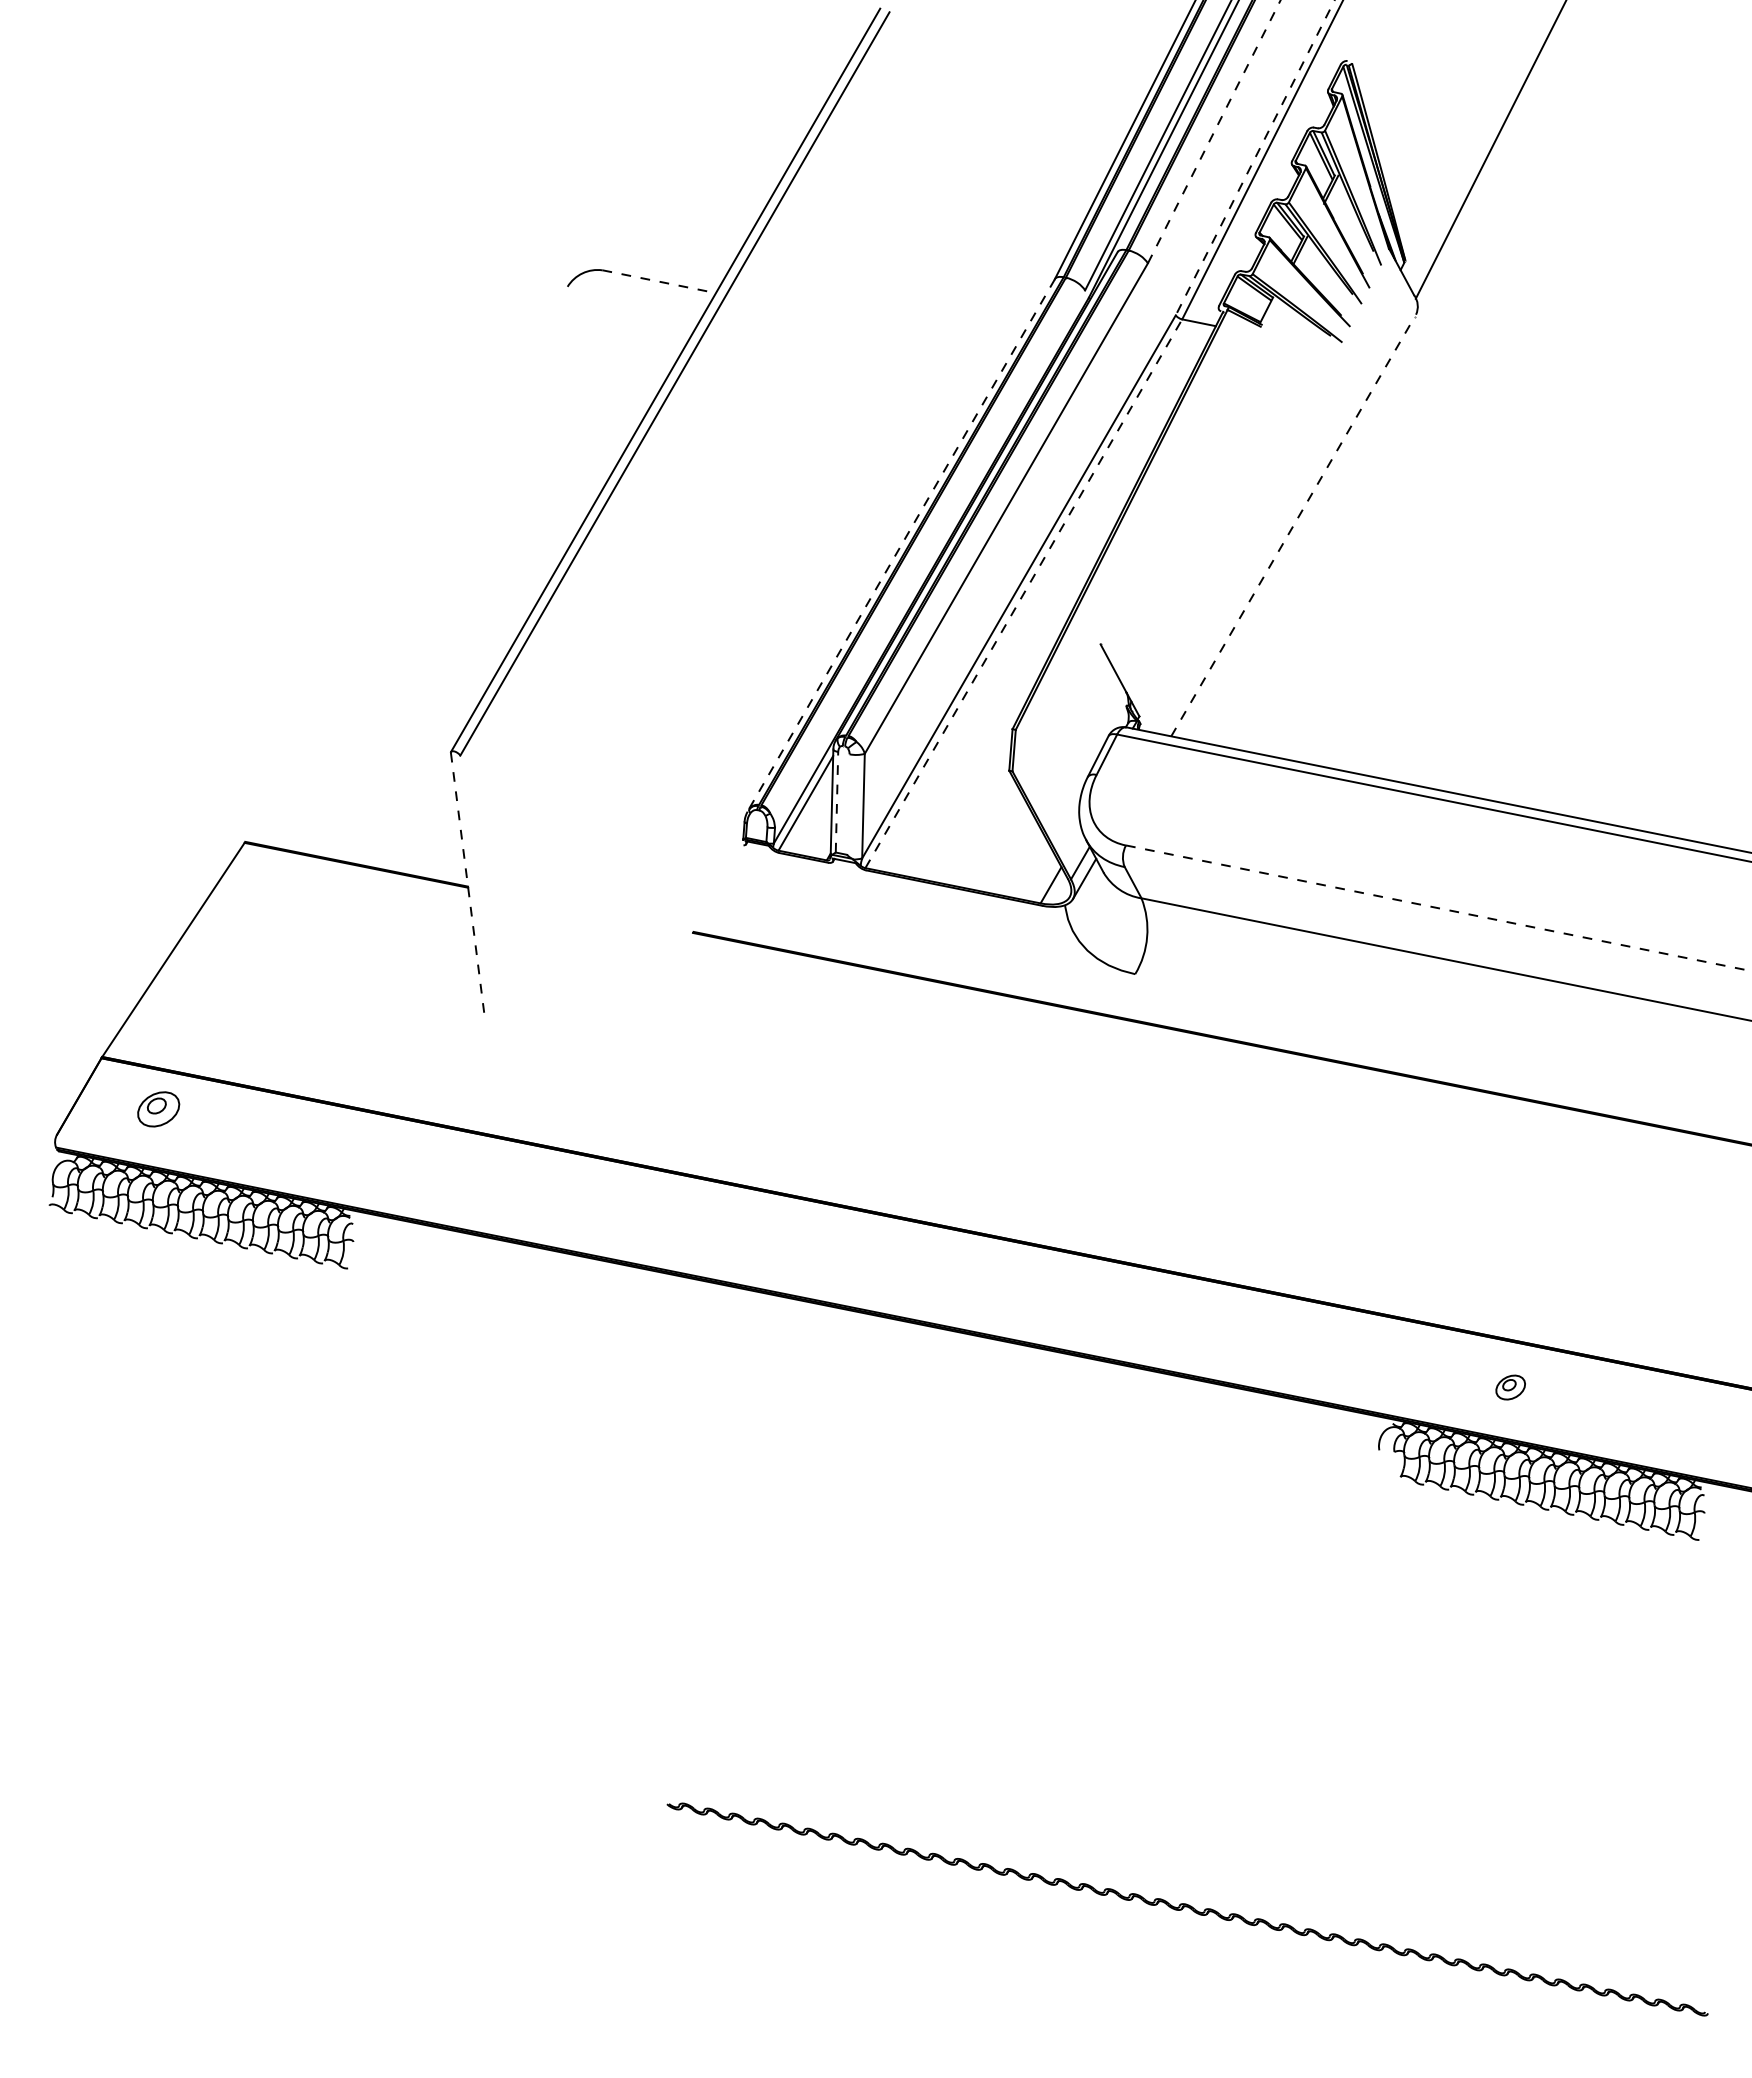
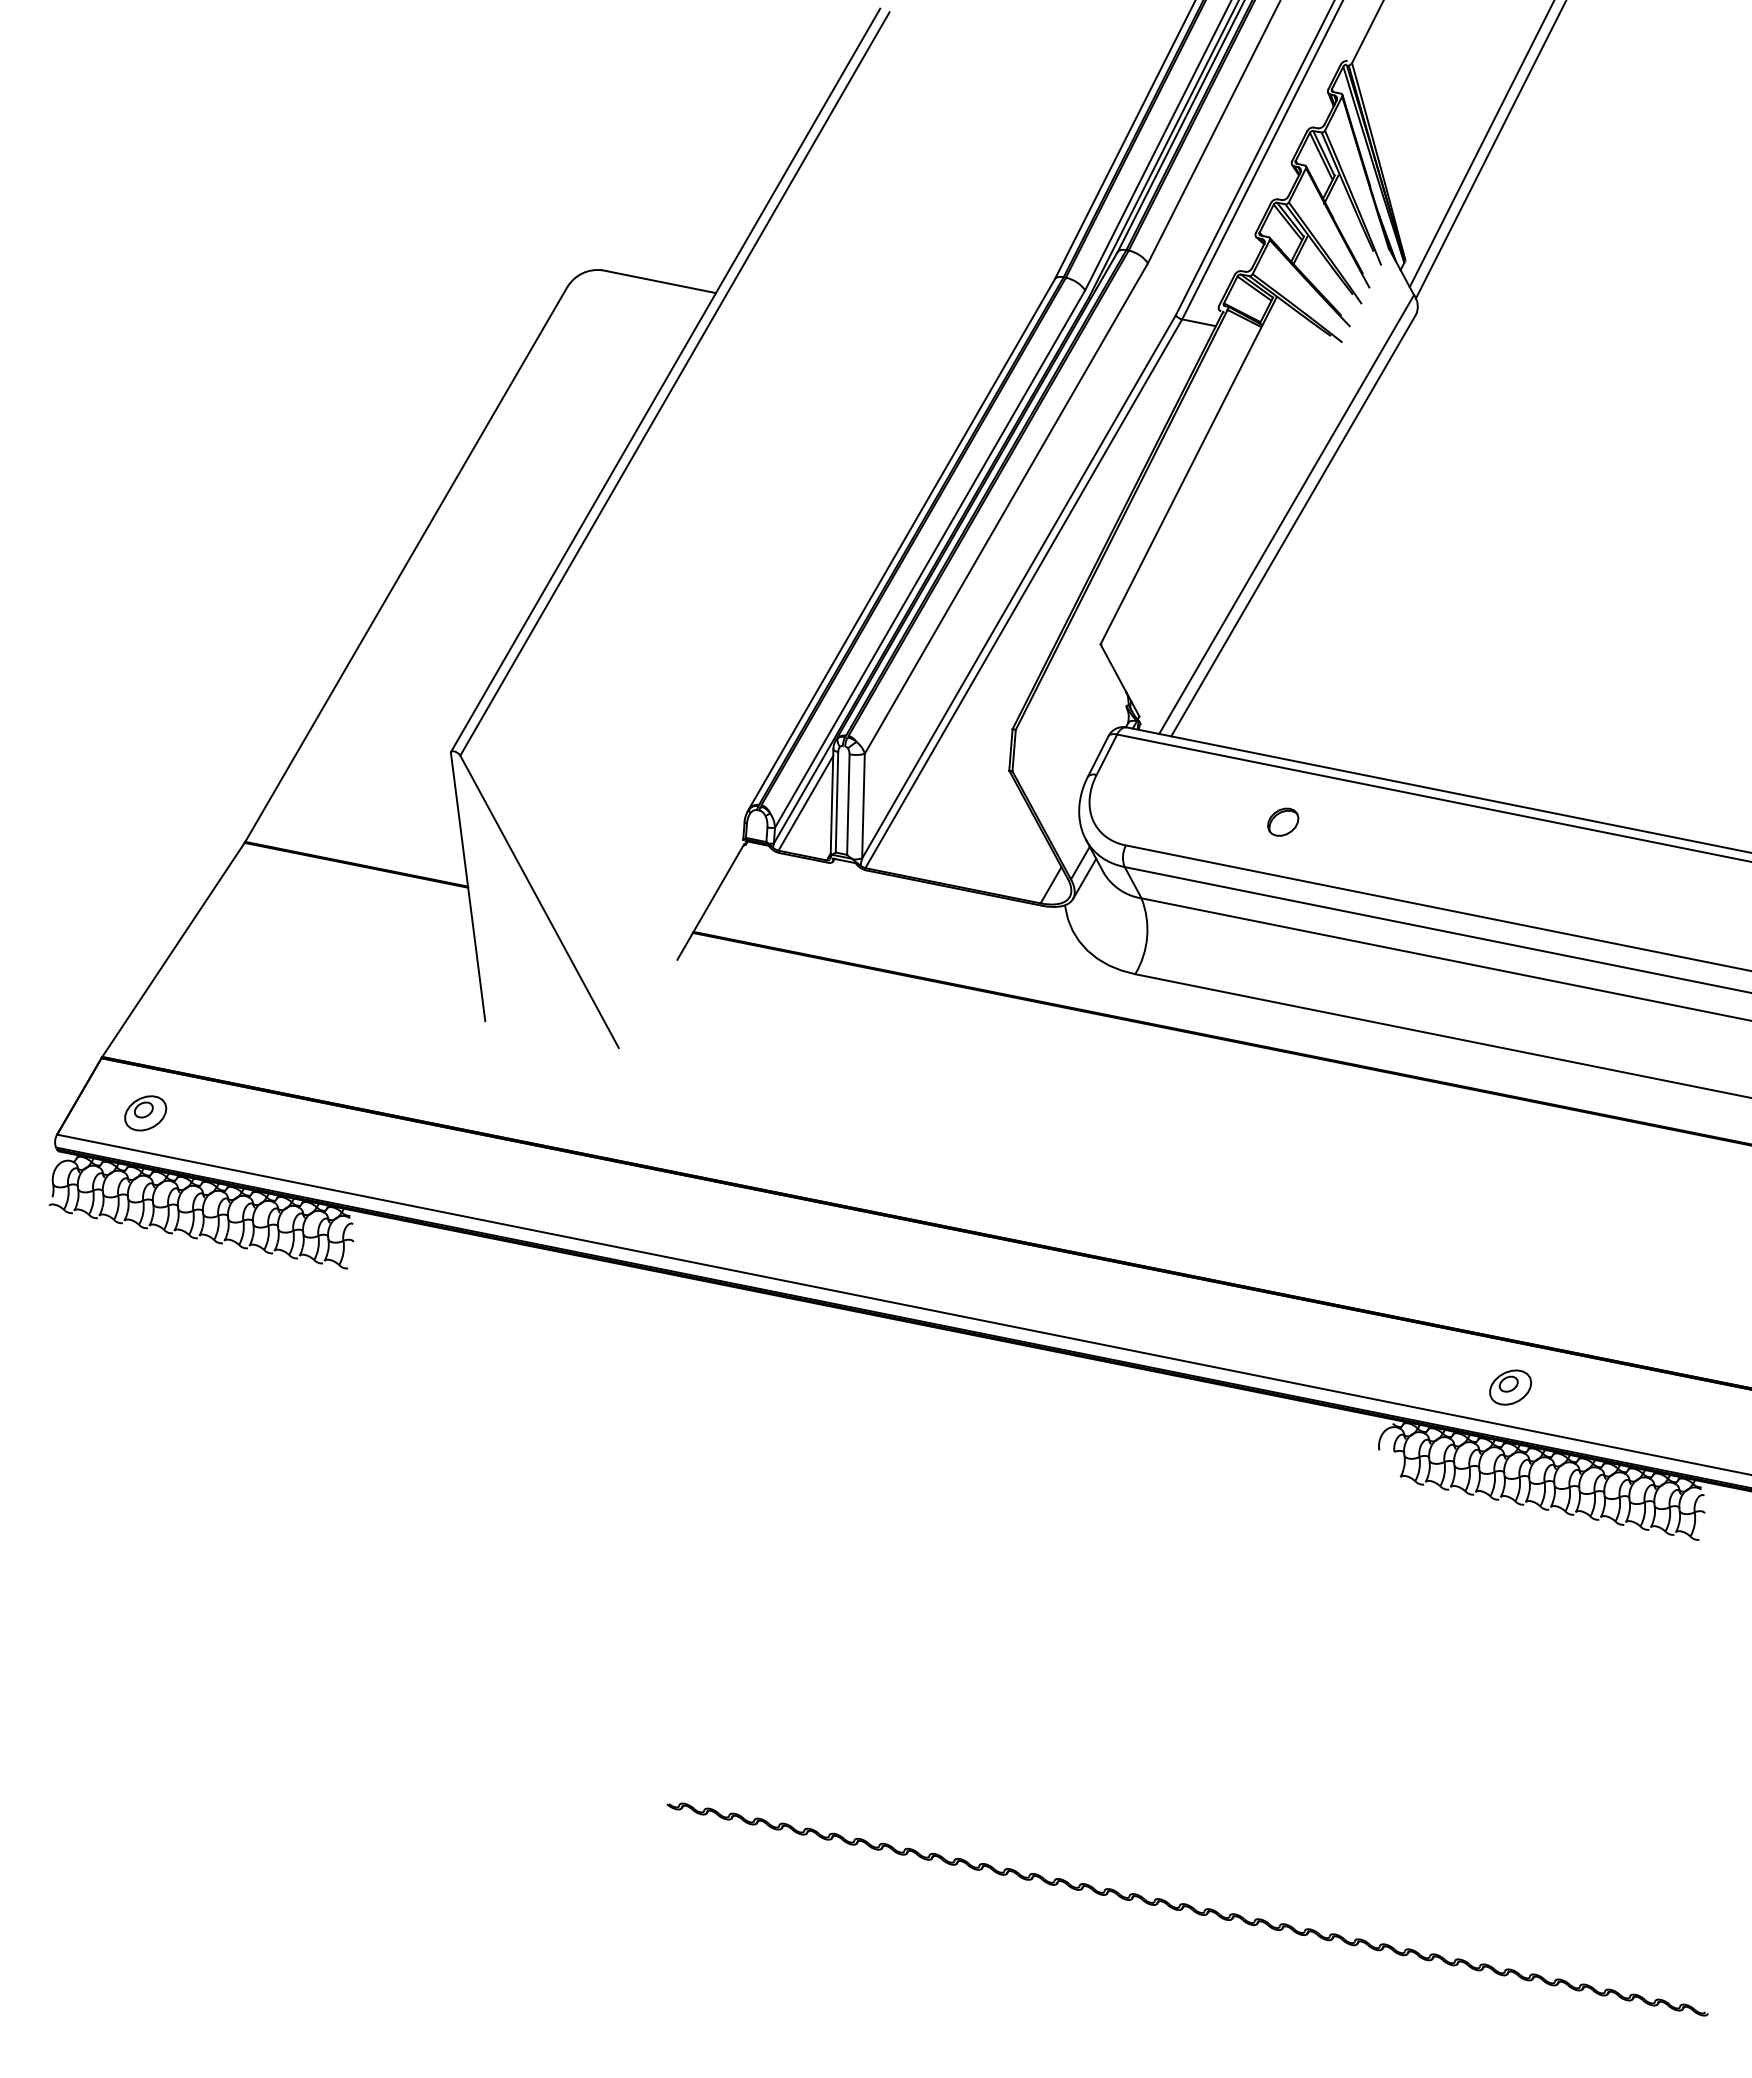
line at (1367, 32): none -> present
line at (1180, 127): none -> present
line at (1214, 131): dashed -> solid
line at (1481, 144): none -> present
line at (1255, 158): dashed -> solid
line at (659, 281): dashed -> solid
line at (1188, 470): none -> present
line at (1286, 514): none -> present
line at (1293, 525): dashed -> solid
line at (901, 545): dashed -> solid
line at (930, 558): none -> present
line at (406, 563): none -> present
line at (1023, 593): dashed -> solid
line at (837, 801): dashed -> solid
line at (848, 804): none -> present
part at (1283, 821): none -> present
line at (468, 887): dashed -> solid
line at (539, 901): none -> present
line at (710, 901): none -> present
line at (1438, 908): dashed -> solid
line at (1436, 929): none -> present
line at (1441, 1035): none -> present
part at (158, 1109) position: (158, 1109) -> (145, 1113)
line at (902, 1304): none -> present
part at (1510, 1387) size: 31x27 px -> 44x37 px
